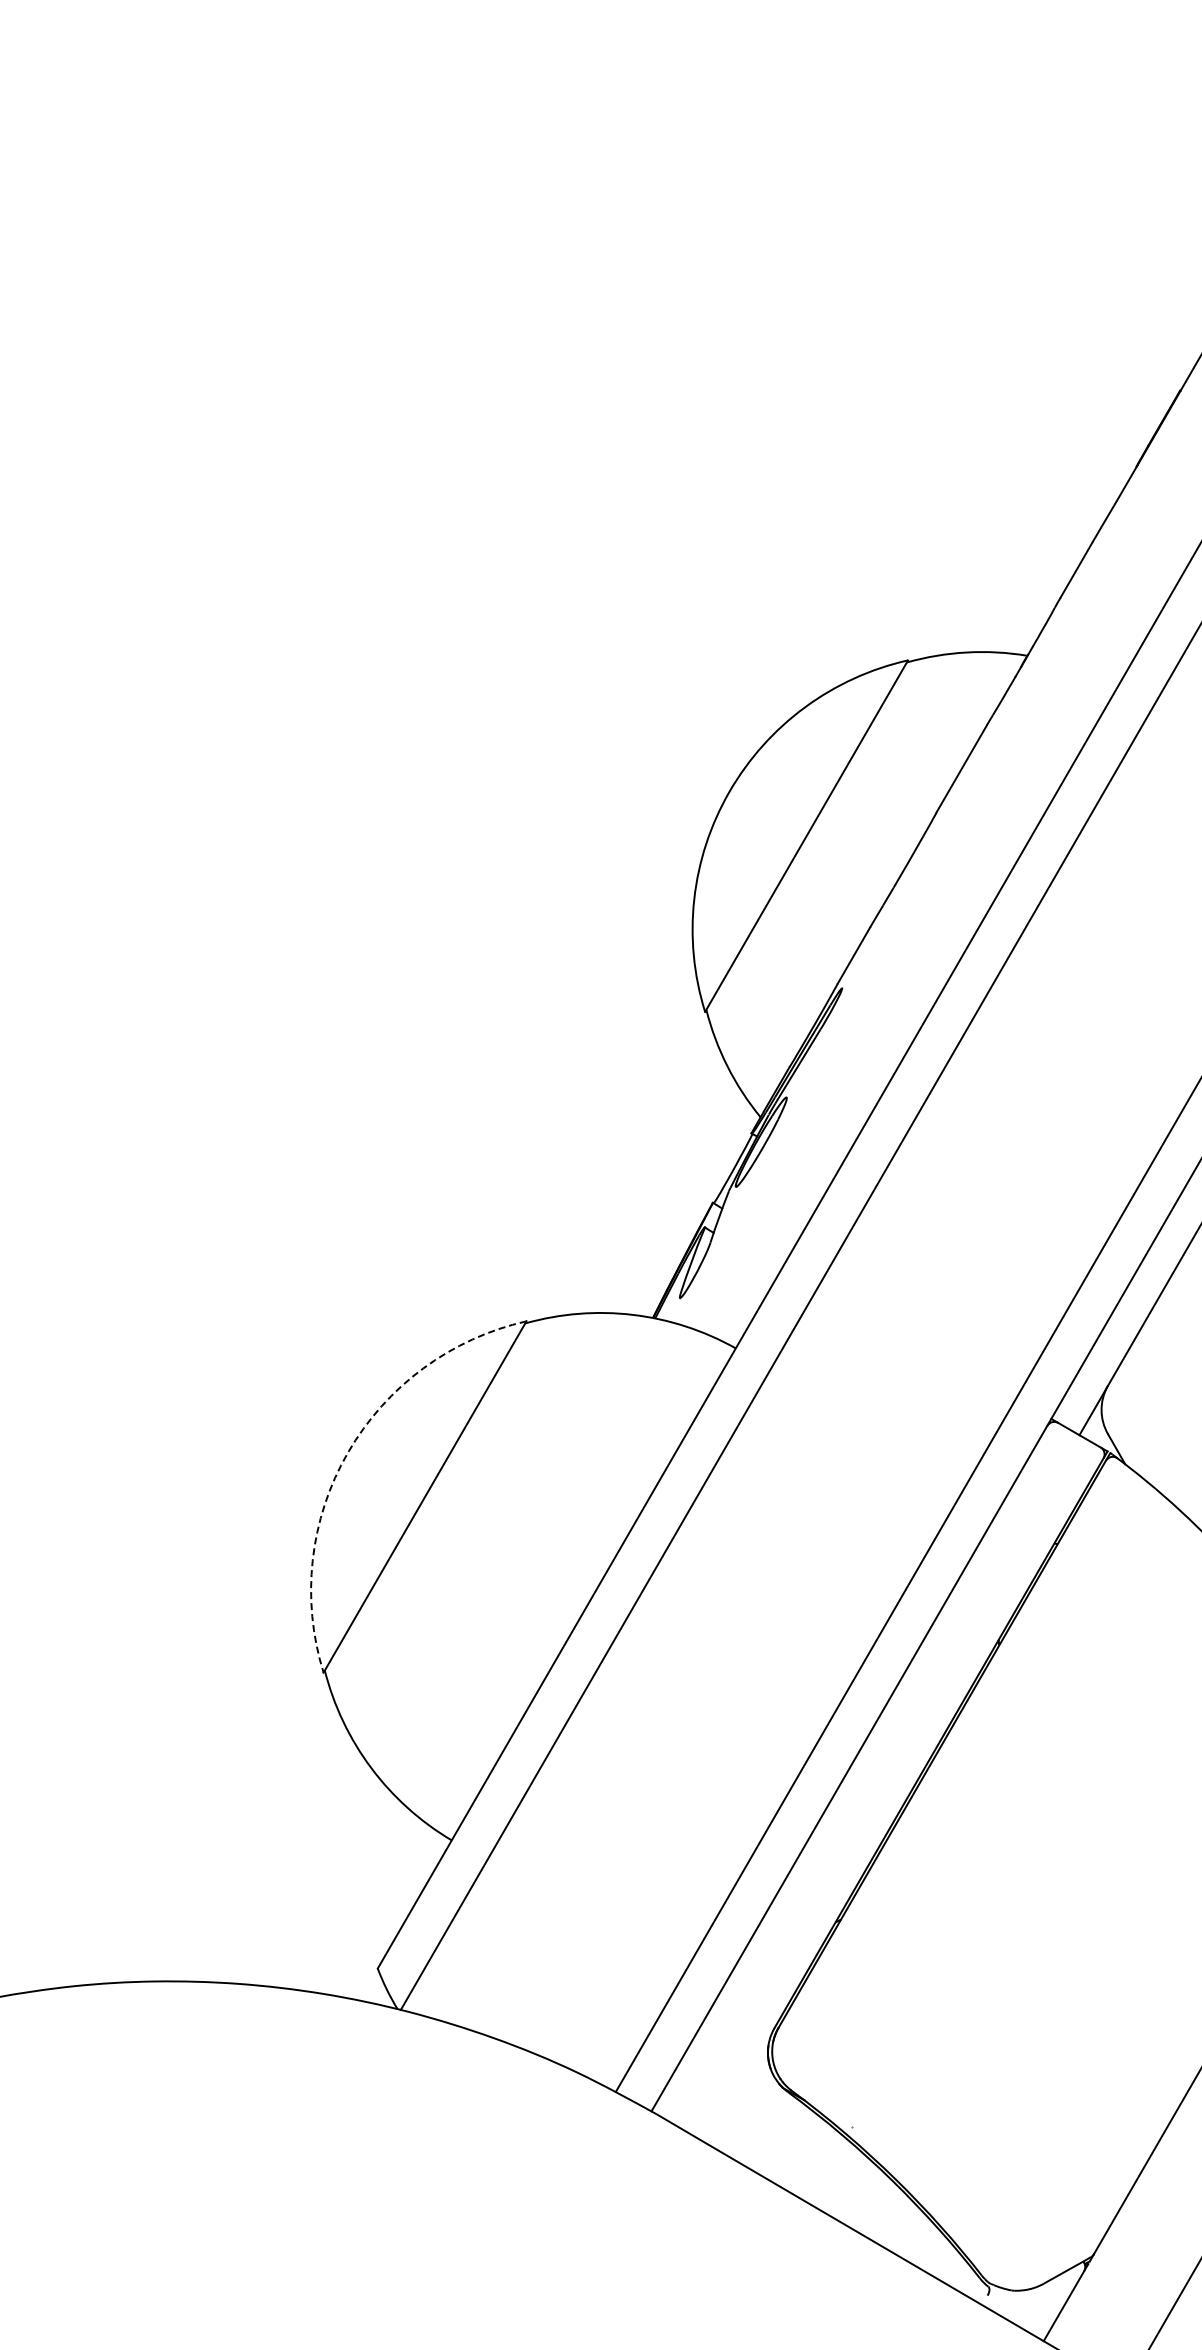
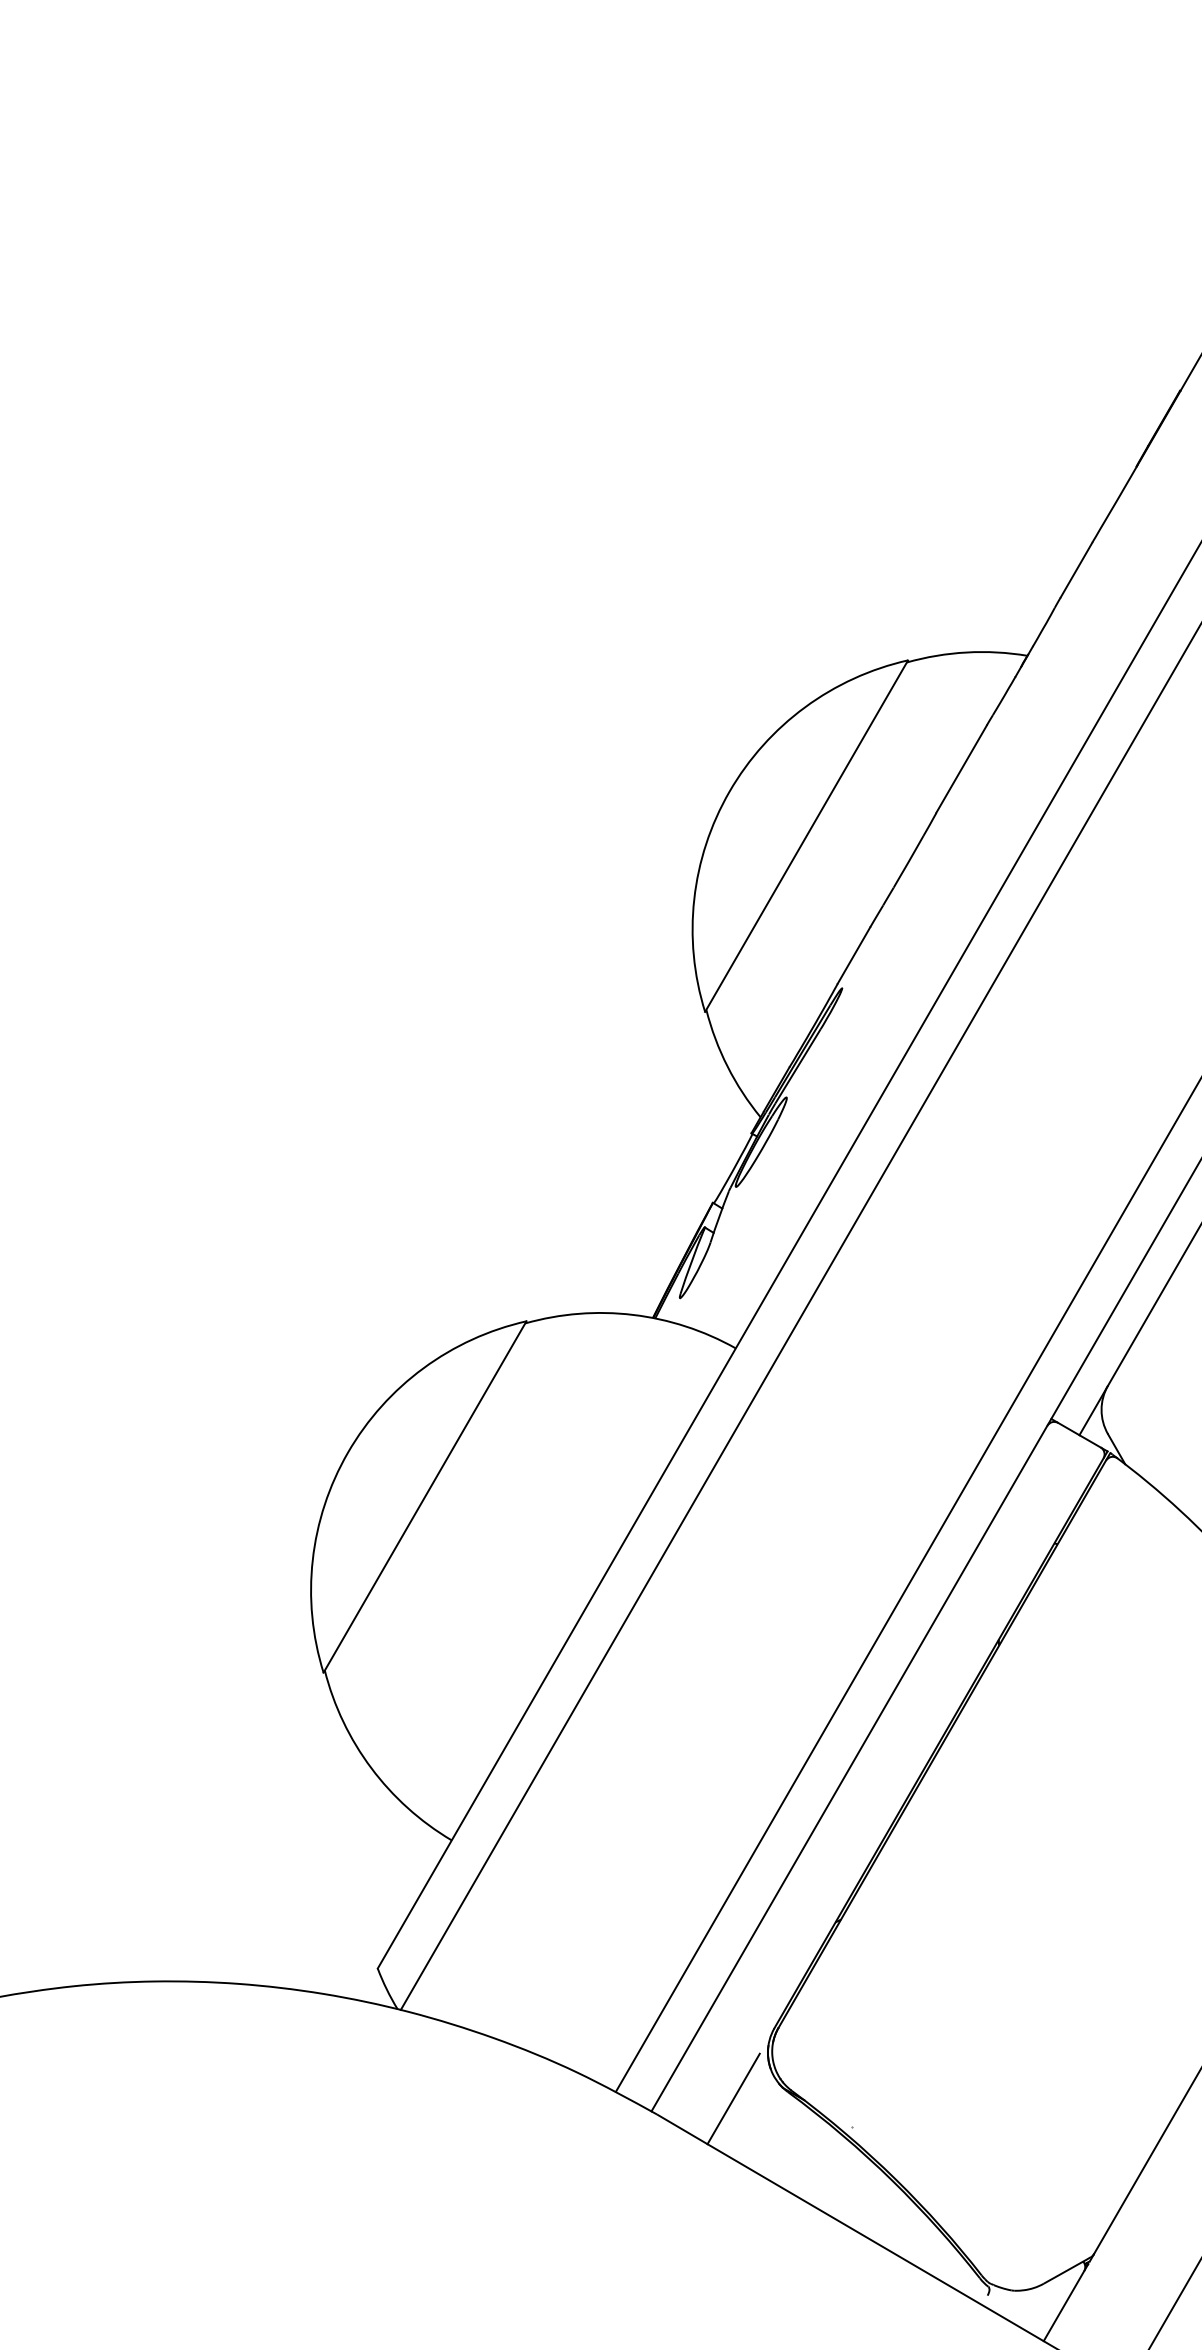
arc at (348, 1452): dashed -> solid
line at (733, 2098): none -> present
